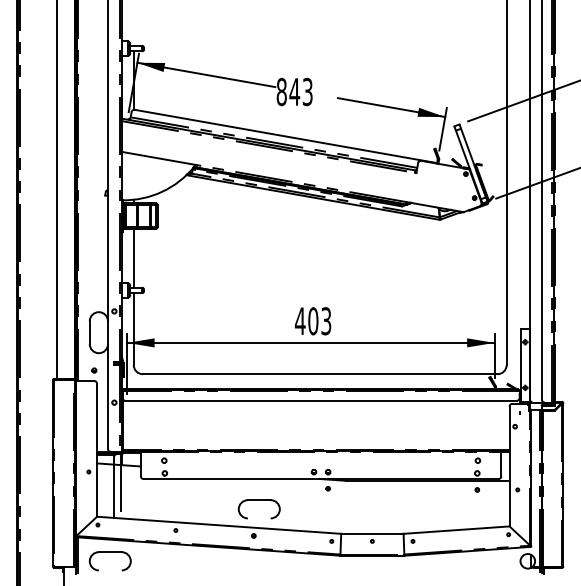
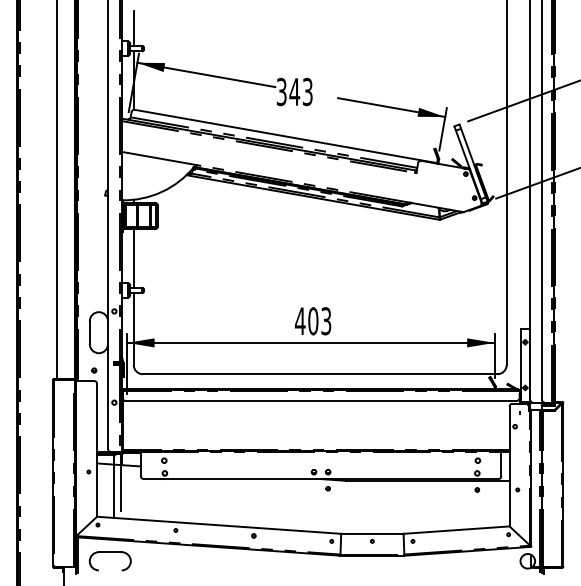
line at (133, 28): none -> present
text at (281, 92): 843 -> 343
part at (258, 500): present -> none
